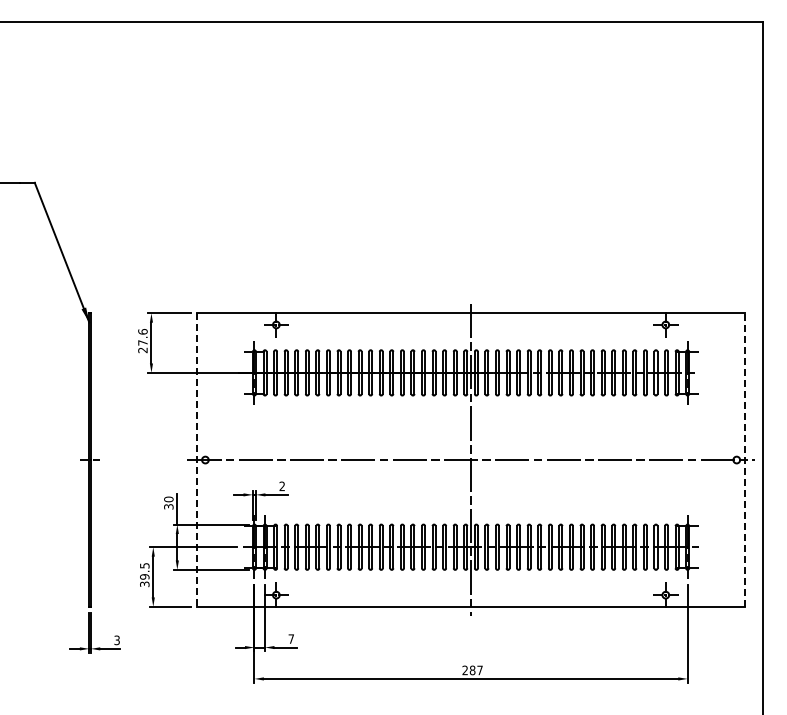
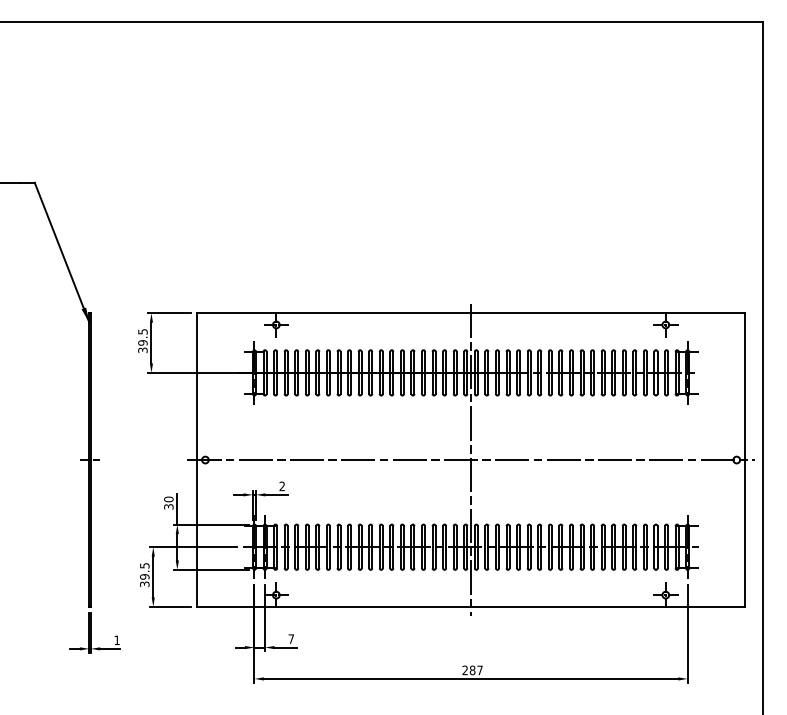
text at (142, 341): 27.6 -> 39.5
line at (196, 460): dashed -> solid
line at (745, 460): dashed -> solid
text at (116, 640): 3 -> 1
